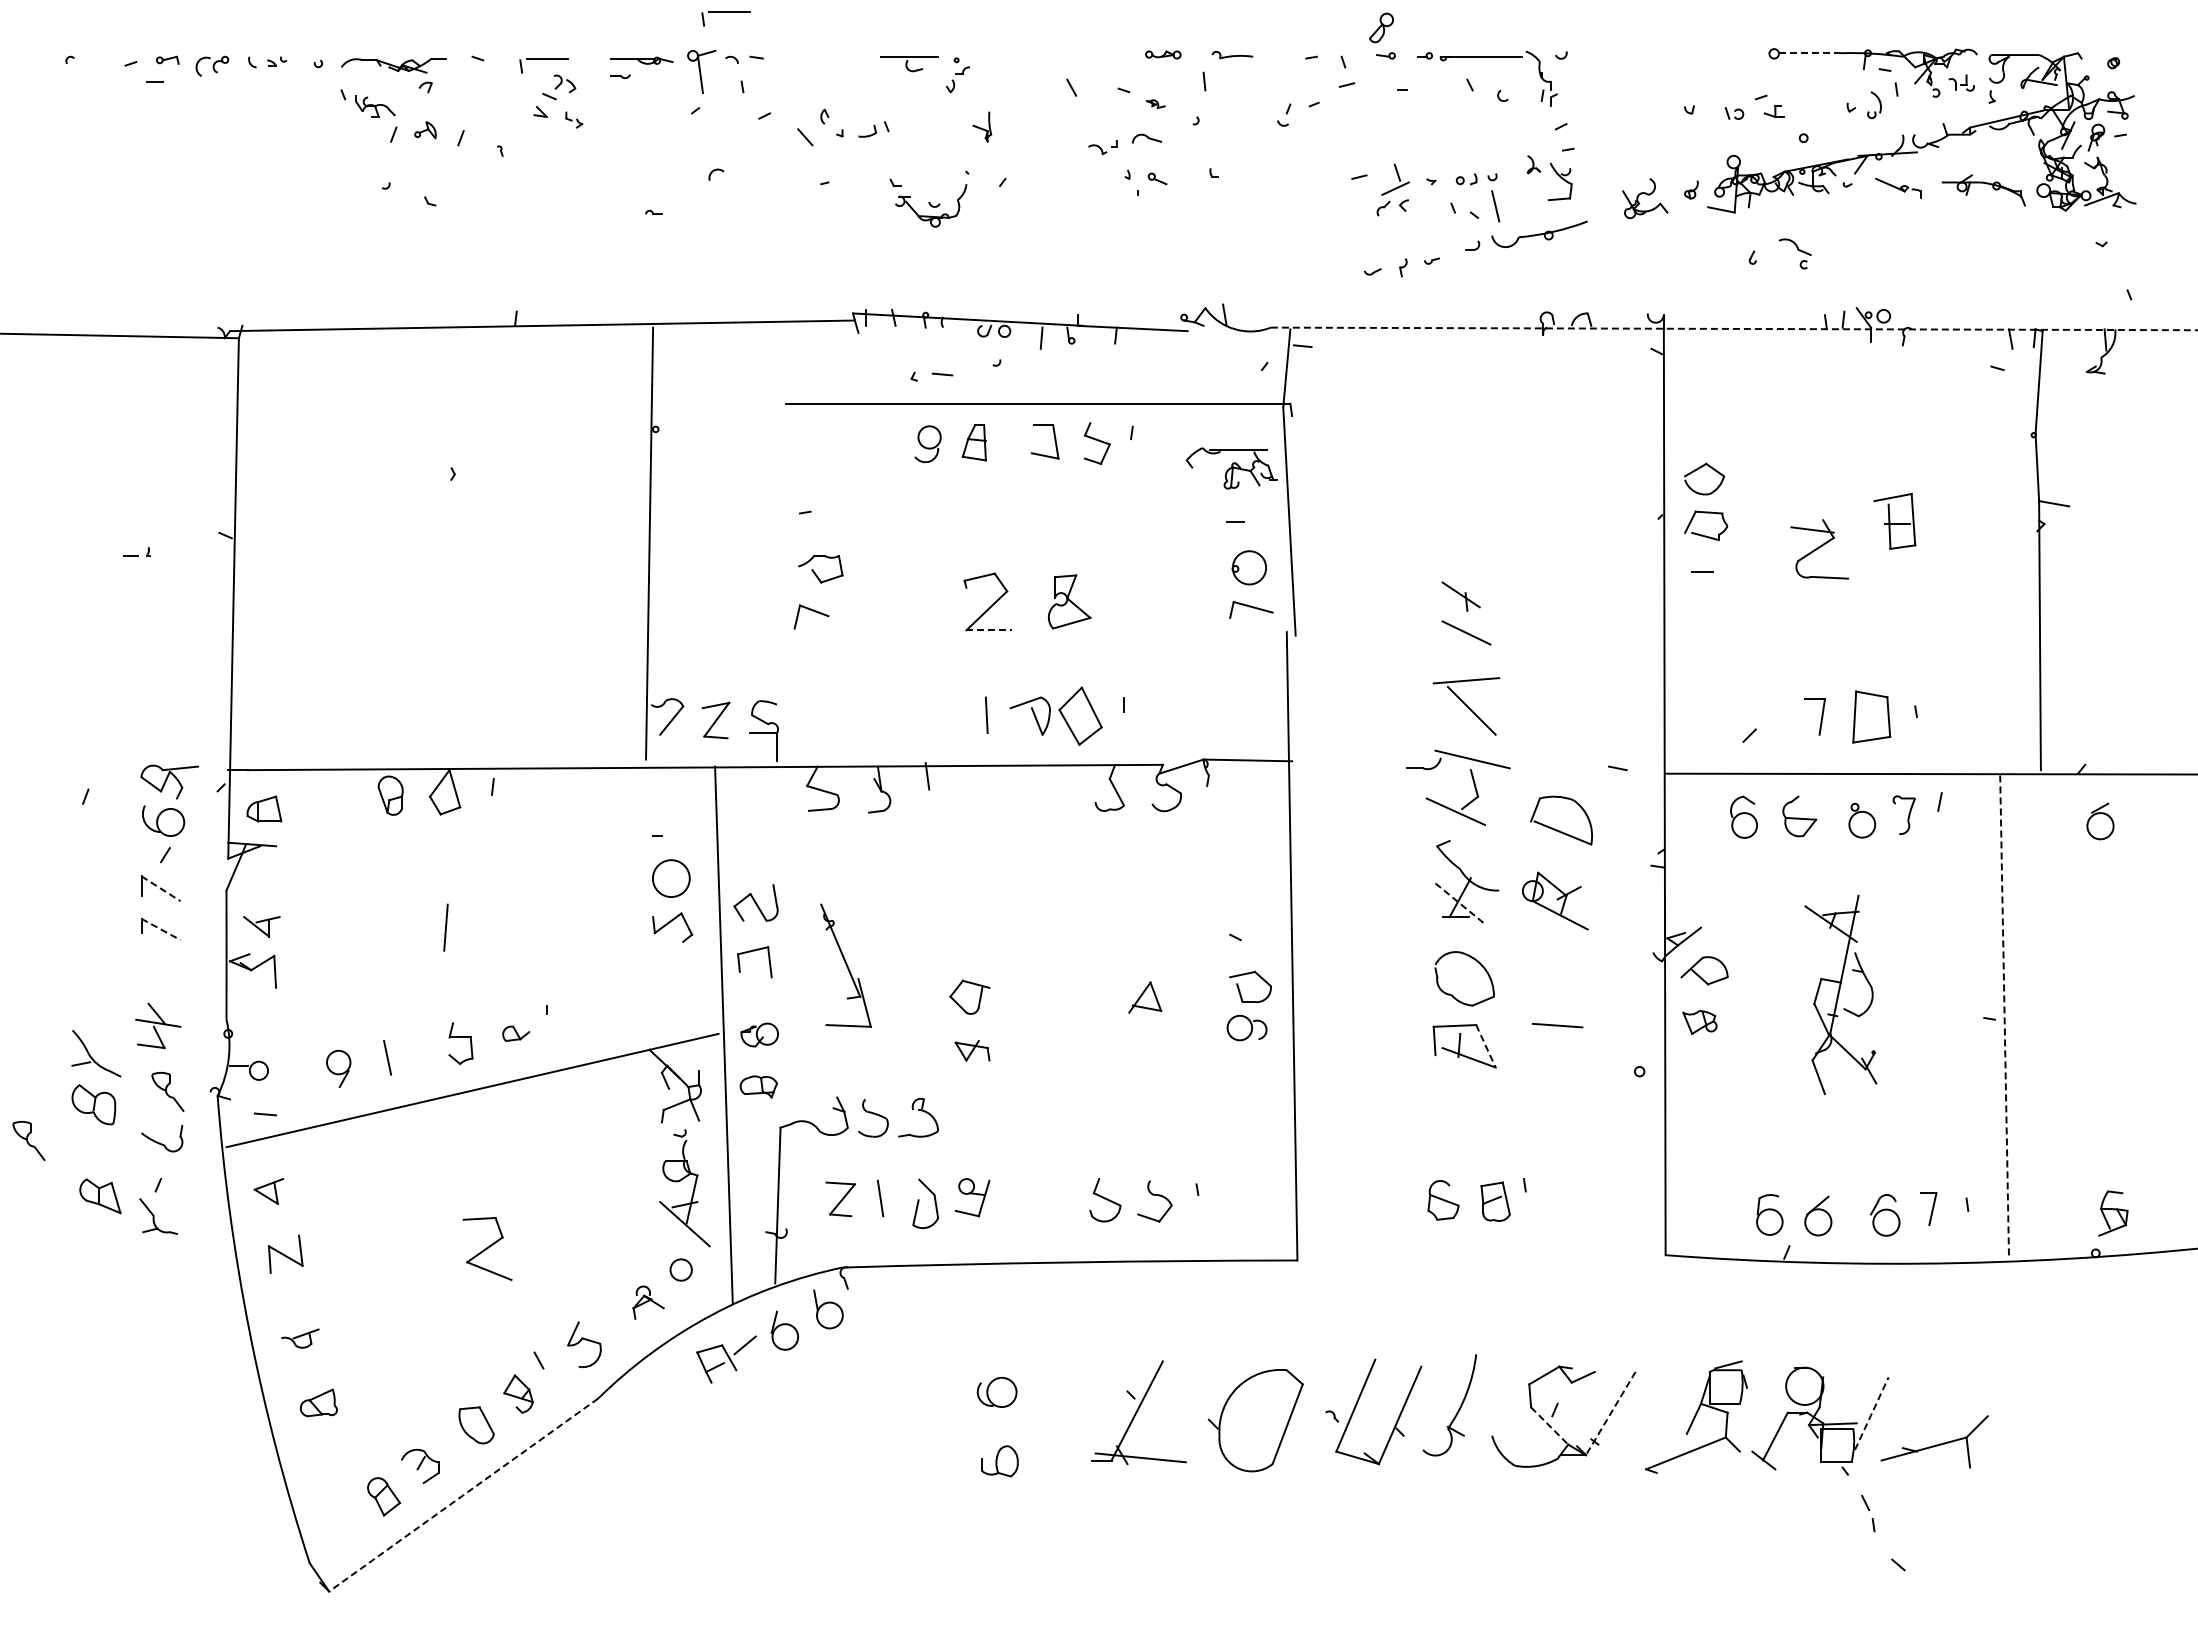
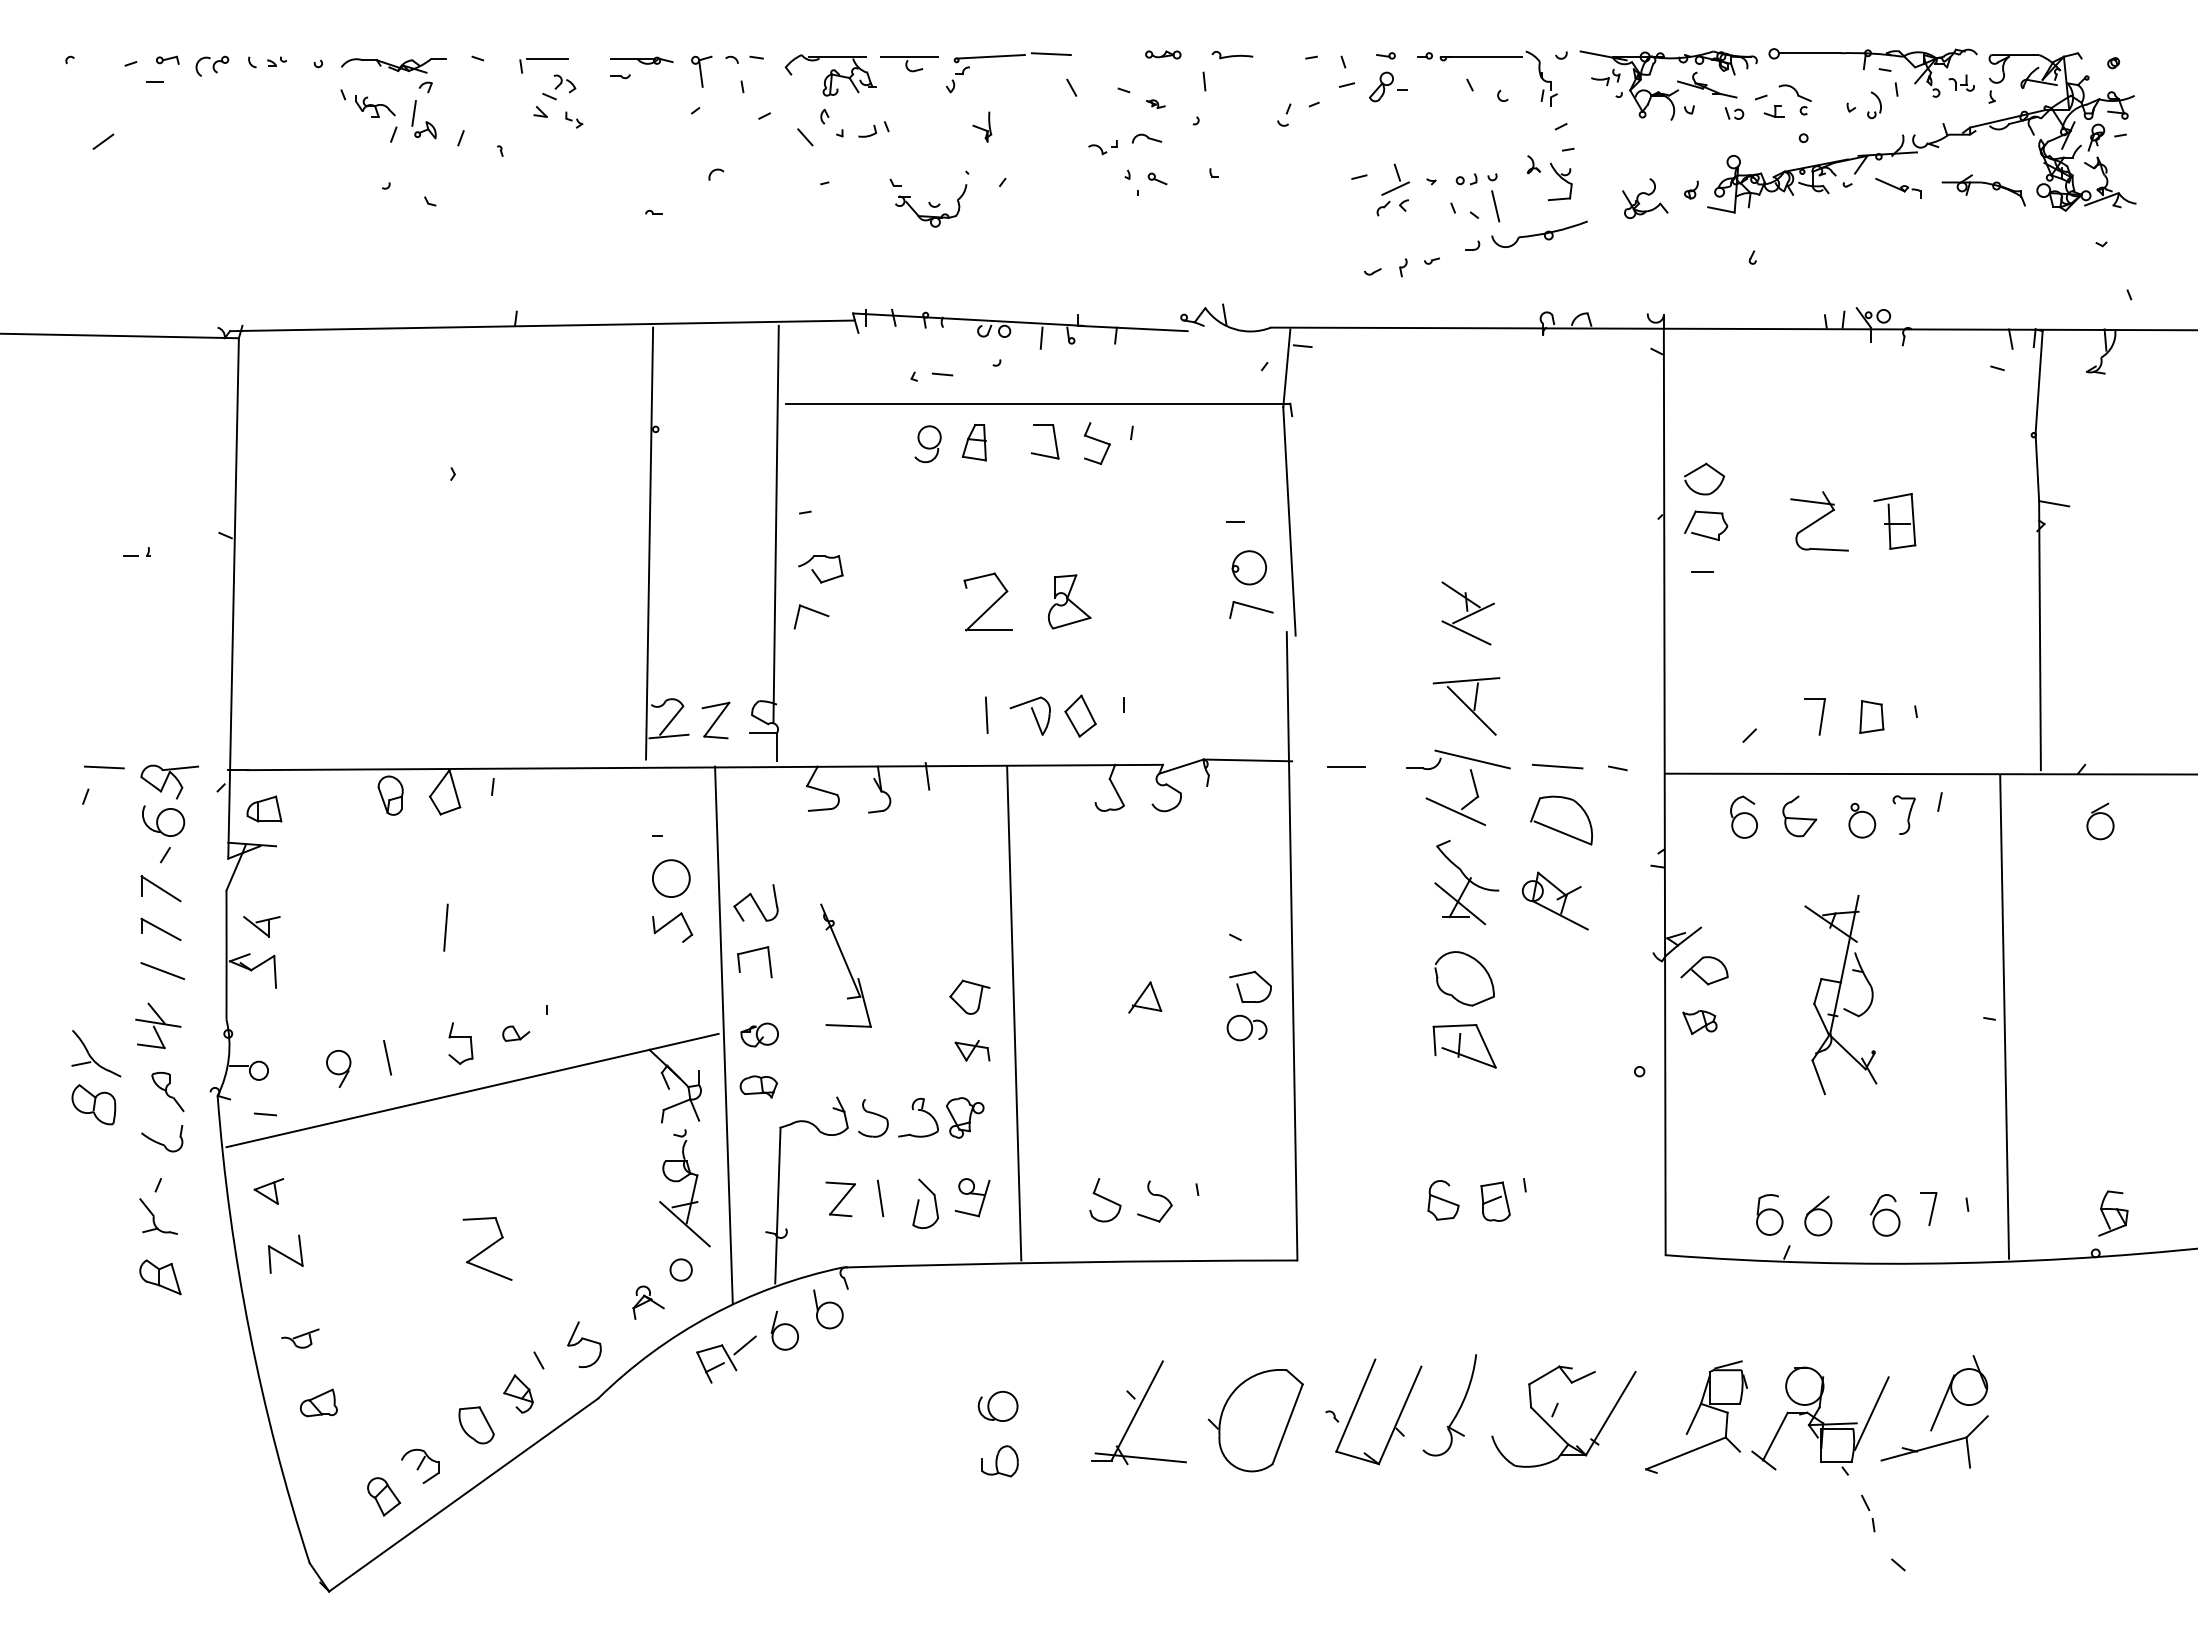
part at (725, 18): present -> none
part at (1381, 27) position: (1381, 27) -> (1381, 86)
line at (1809, 53): dashed -> solid
line at (1050, 54): none -> present
line at (990, 56): none -> present
part at (701, 71) size: 30x45 px -> 22x33 px
part at (1672, 92): none -> present
line at (413, 113): none -> present
line at (103, 141): none -> present
part at (1794, 253) position: (1794, 253) -> (1794, 99)
line at (1734, 328): dashed -> solid
part at (1231, 468) position: (1231, 468) -> (830, 75)
line at (775, 523): none -> present
part at (1819, 549) position: (1819, 549) -> (1819, 521)
line at (1473, 613): none -> present
line at (989, 630): dashed -> solid
line at (1475, 696): none -> present
part at (1080, 715) size: 45x60 px -> 33x44 px
part at (1871, 716) size: 40x54 px -> 26x34 px
line at (668, 736): none -> present
line at (1345, 766): none -> present
line at (103, 767): none -> present
line at (161, 889): dashed -> solid
line at (1460, 904): dashed -> solid
line at (161, 929): dashed -> solid
line at (162, 971): none -> present
line at (1014, 1013): none -> present
line at (2004, 1017): dashed -> solid
line at (1557, 1025) position: (1557, 1025) -> (1557, 766)
line at (1486, 1046): dashed -> solid
part at (964, 1117): none -> present
part at (28, 1141): present -> none
part at (100, 1196) position: (100, 1196) -> (160, 1277)
part at (996, 1391) position: (996, 1391) -> (997, 1405)
part at (1959, 1393): none -> present
line at (1871, 1413): dashed -> solid
line at (1610, 1414): dashed -> solid
line at (1550, 1426): dashed -> solid
line at (463, 1495): dashed -> solid
